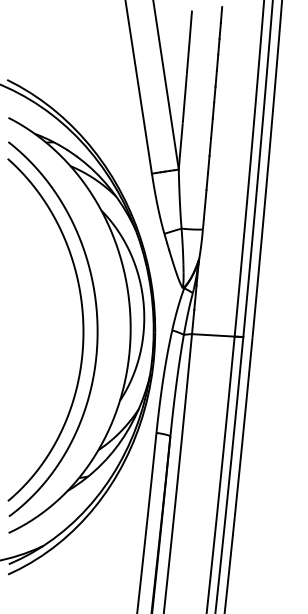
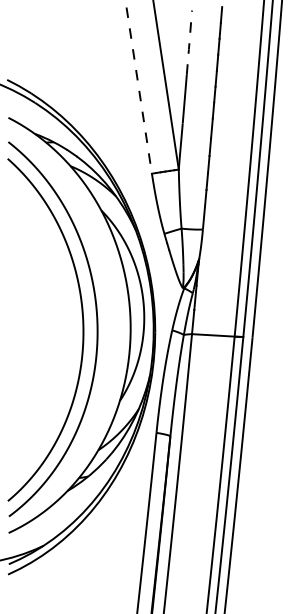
line at (189, 42): solid -> dashed
line at (138, 86): solid -> dashed
